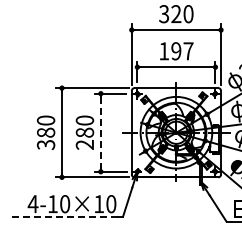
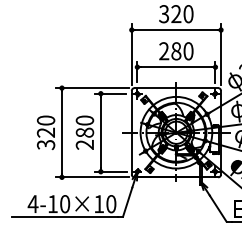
text at (176, 51): 197 -> 280
text at (46, 132): 380 -> 320
line at (100, 132): dashed -> solid
line at (64, 216): dashed -> solid
